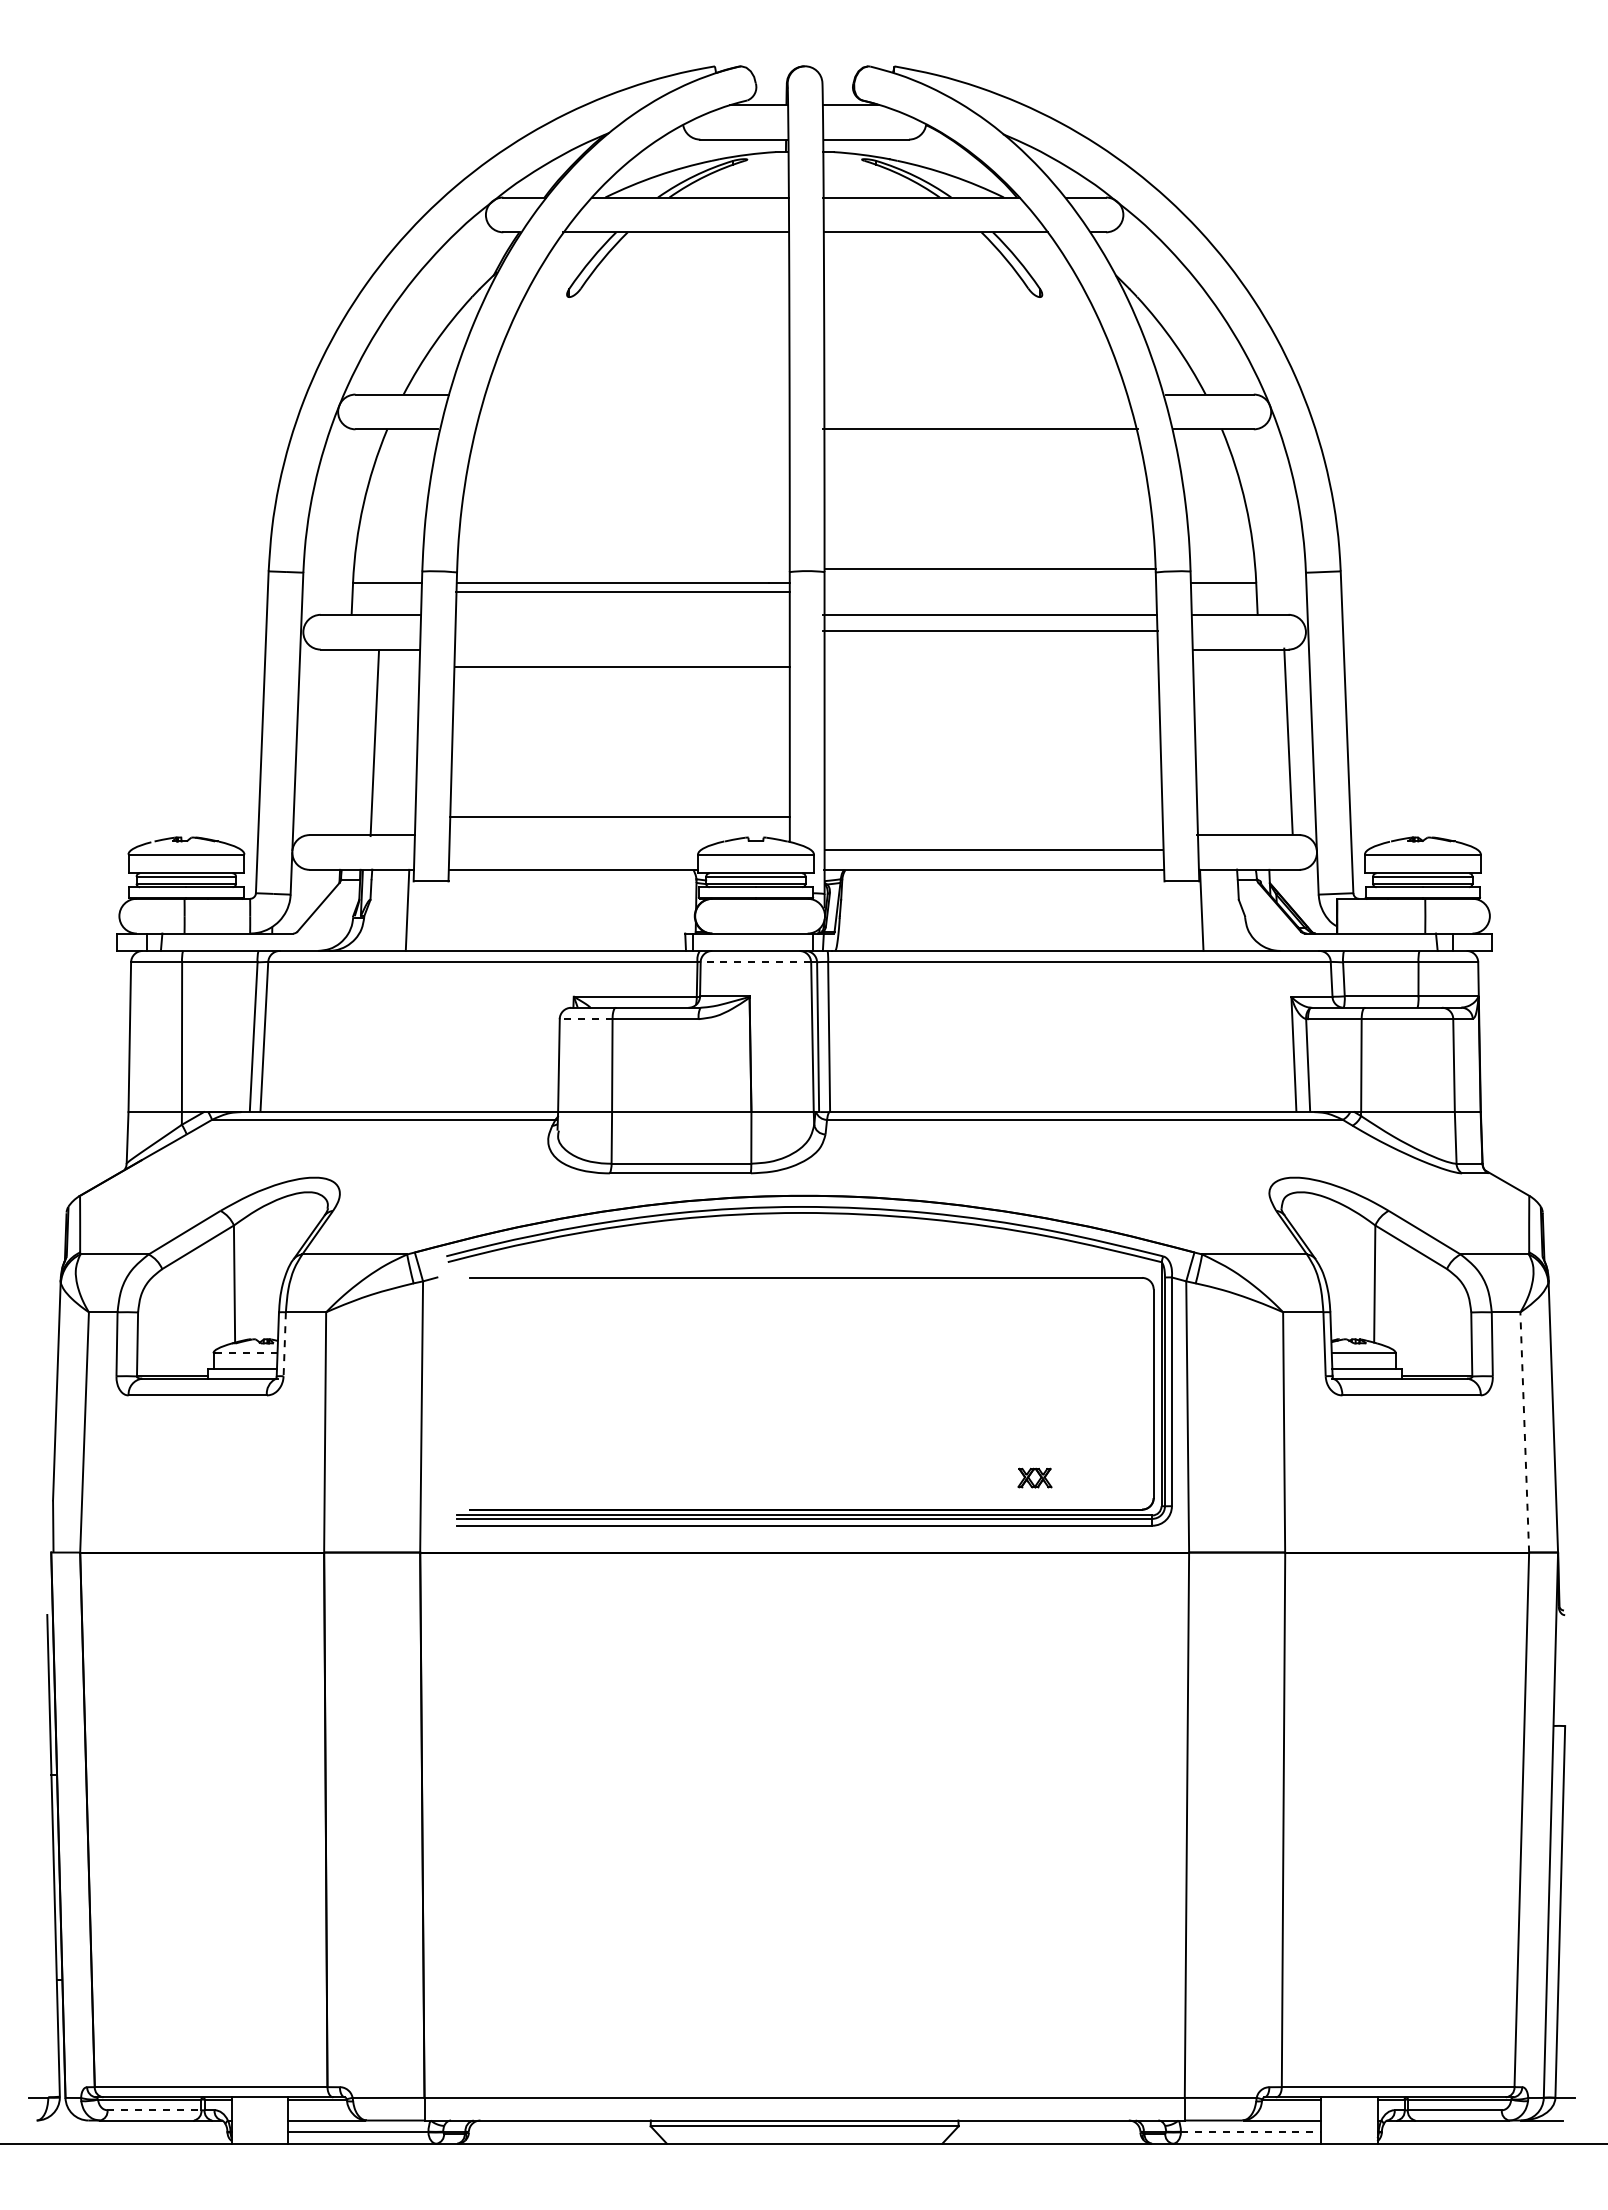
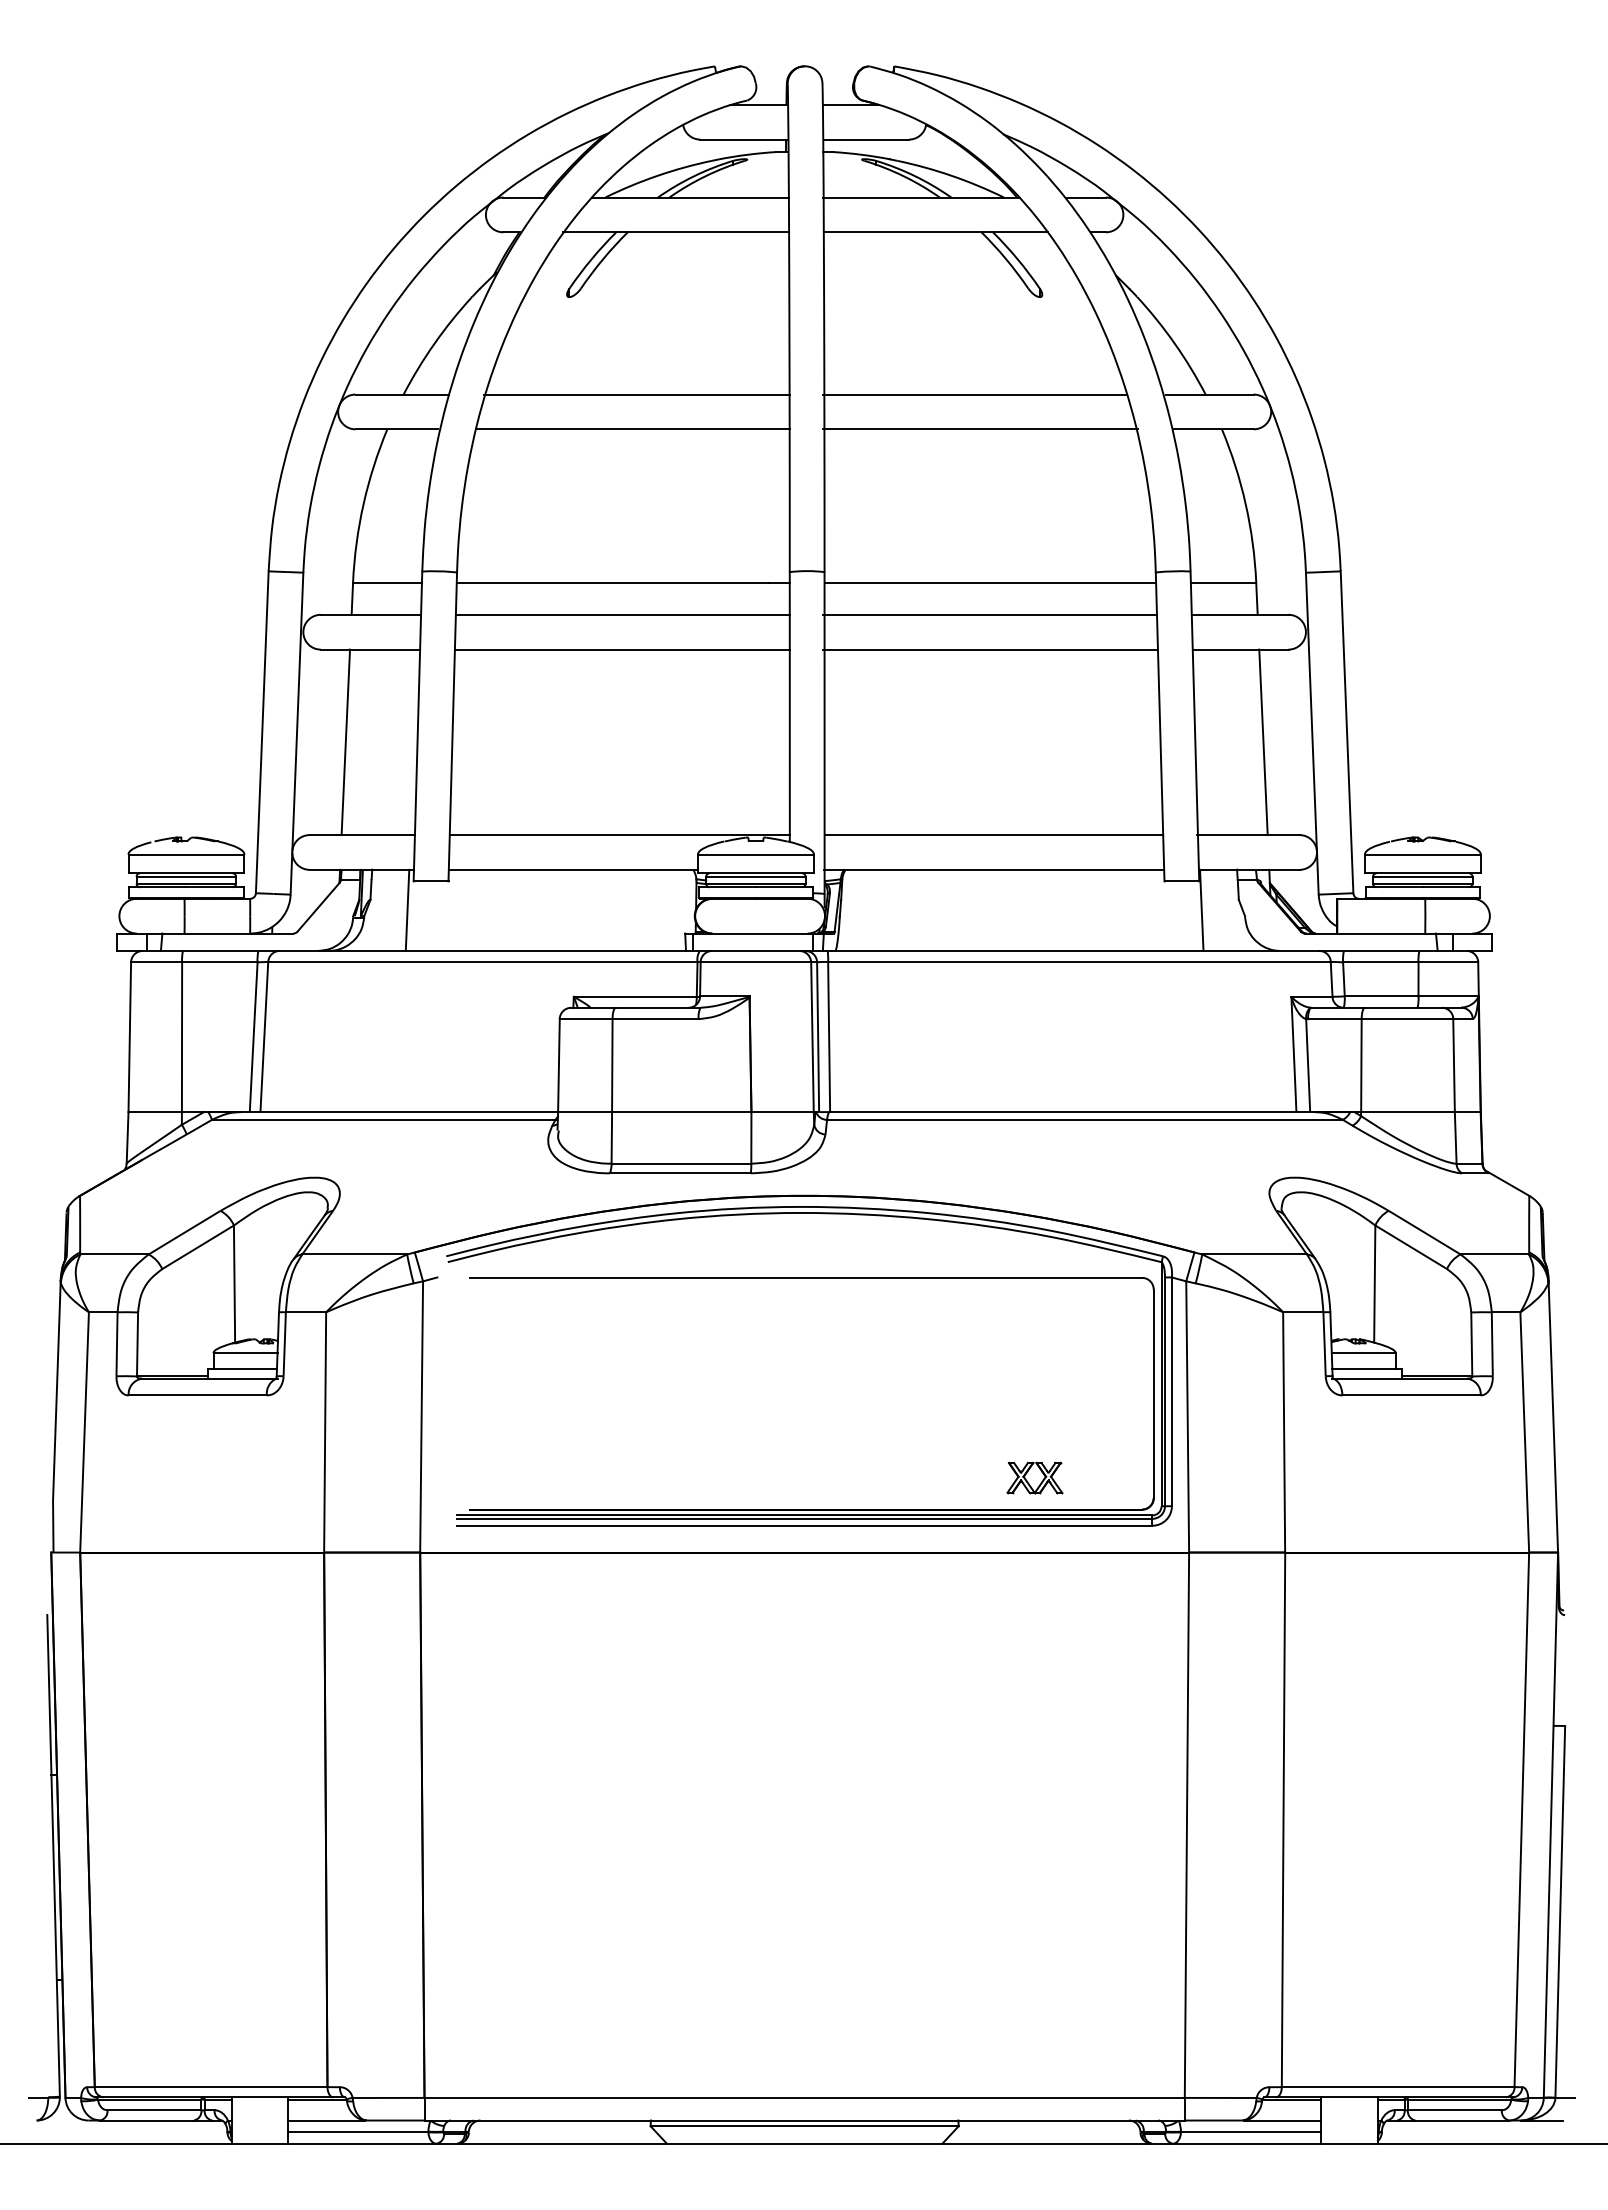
line at (636, 394): none -> present
line at (974, 394): none -> present
line at (632, 429): none -> present
line at (990, 568) position: (990, 568) -> (990, 582)
line at (622, 591) position: (622, 591) -> (622, 614)
line at (990, 630) position: (990, 630) -> (990, 649)
line at (621, 666) position: (621, 666) -> (621, 649)
line at (1288, 741) position: (1288, 741) -> (1263, 742)
line at (374, 743) position: (374, 743) -> (345, 742)
line at (619, 817) position: (619, 817) -> (619, 835)
line at (993, 850) position: (993, 850) -> (993, 835)
line at (755, 962): dashed -> solid
line at (585, 1019): dashed -> solid
line at (284, 1345): dashed -> solid
line at (246, 1353): dashed -> solid
line at (1524, 1431): dashed -> solid
part at (1034, 1477) size: 36x22 px -> 58x34 px
line at (154, 2110): dashed -> solid
line at (1251, 2132): dashed -> solid
